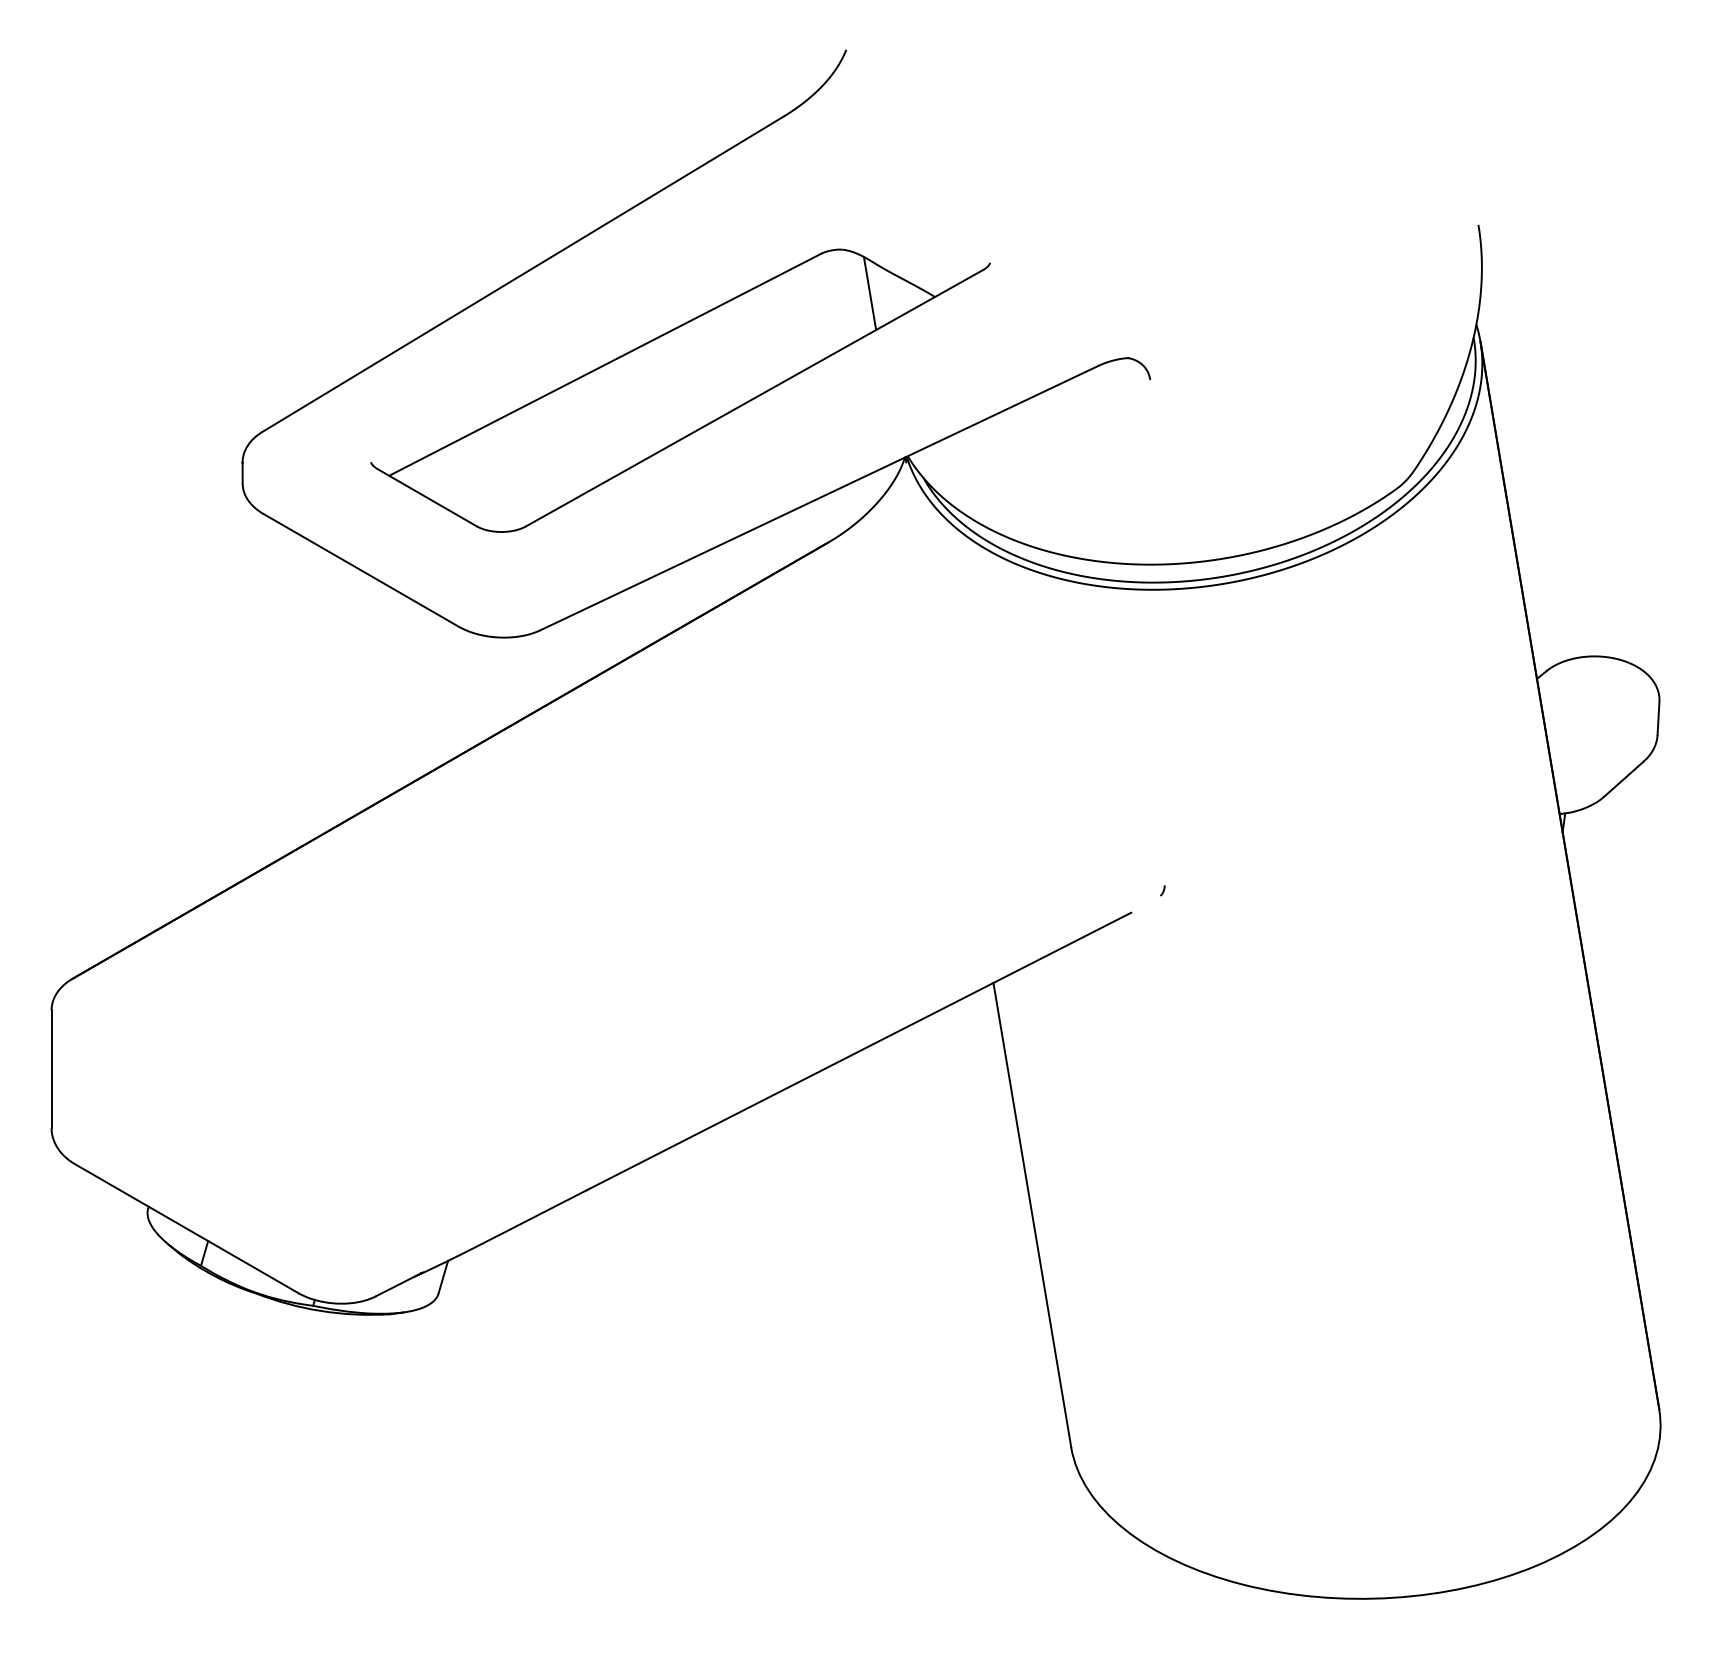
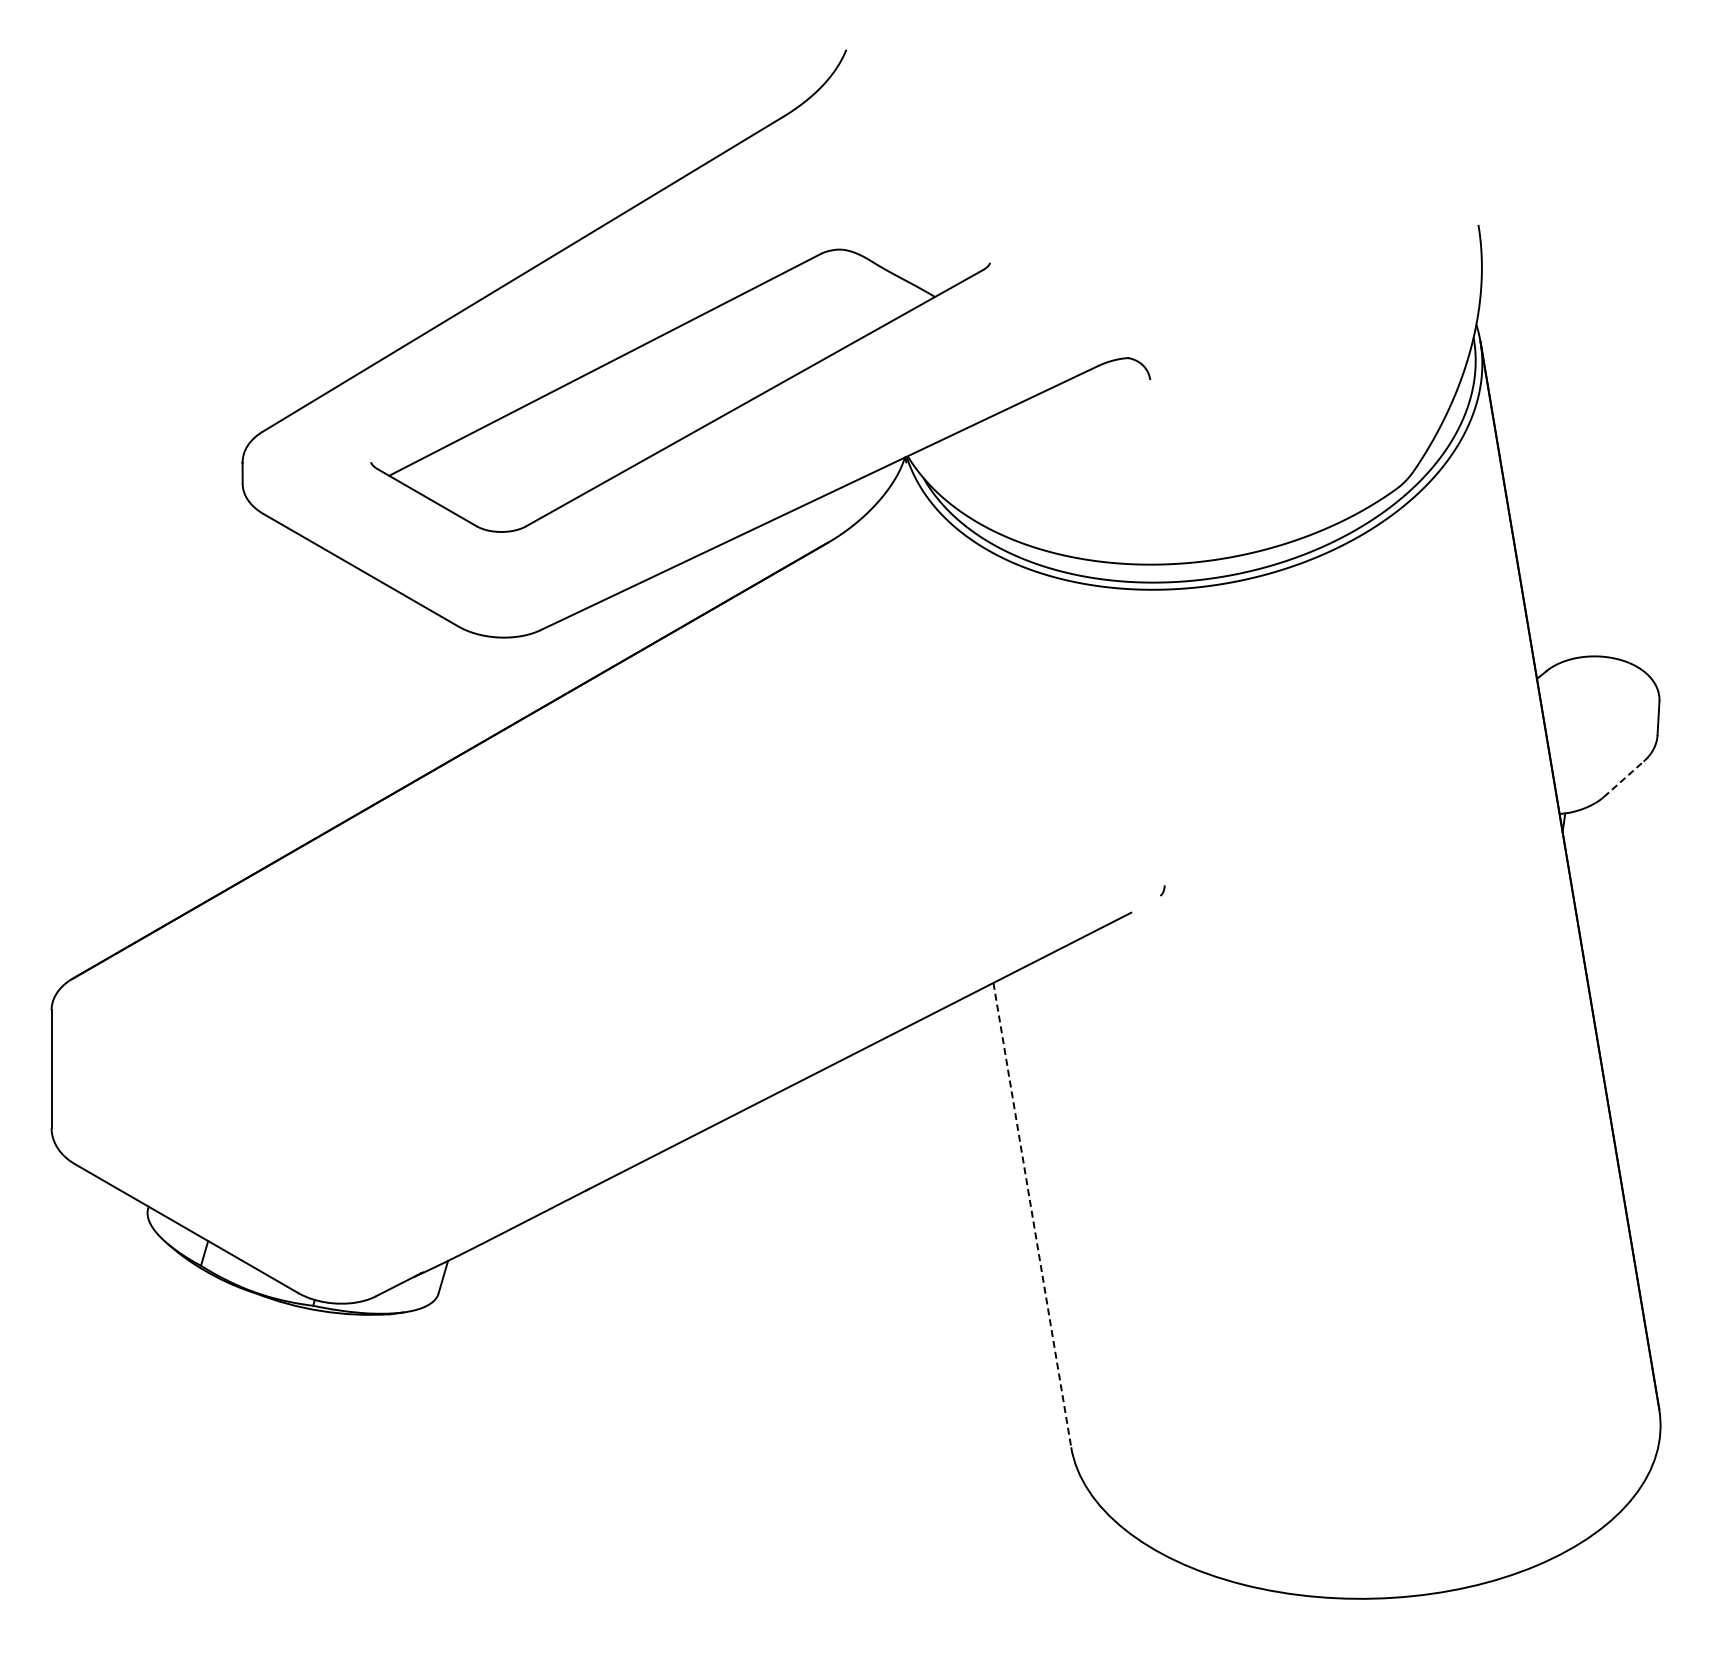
line at (869, 293): present -> none
line at (1623, 779): solid -> dashed
line at (1032, 1215): solid -> dashed
